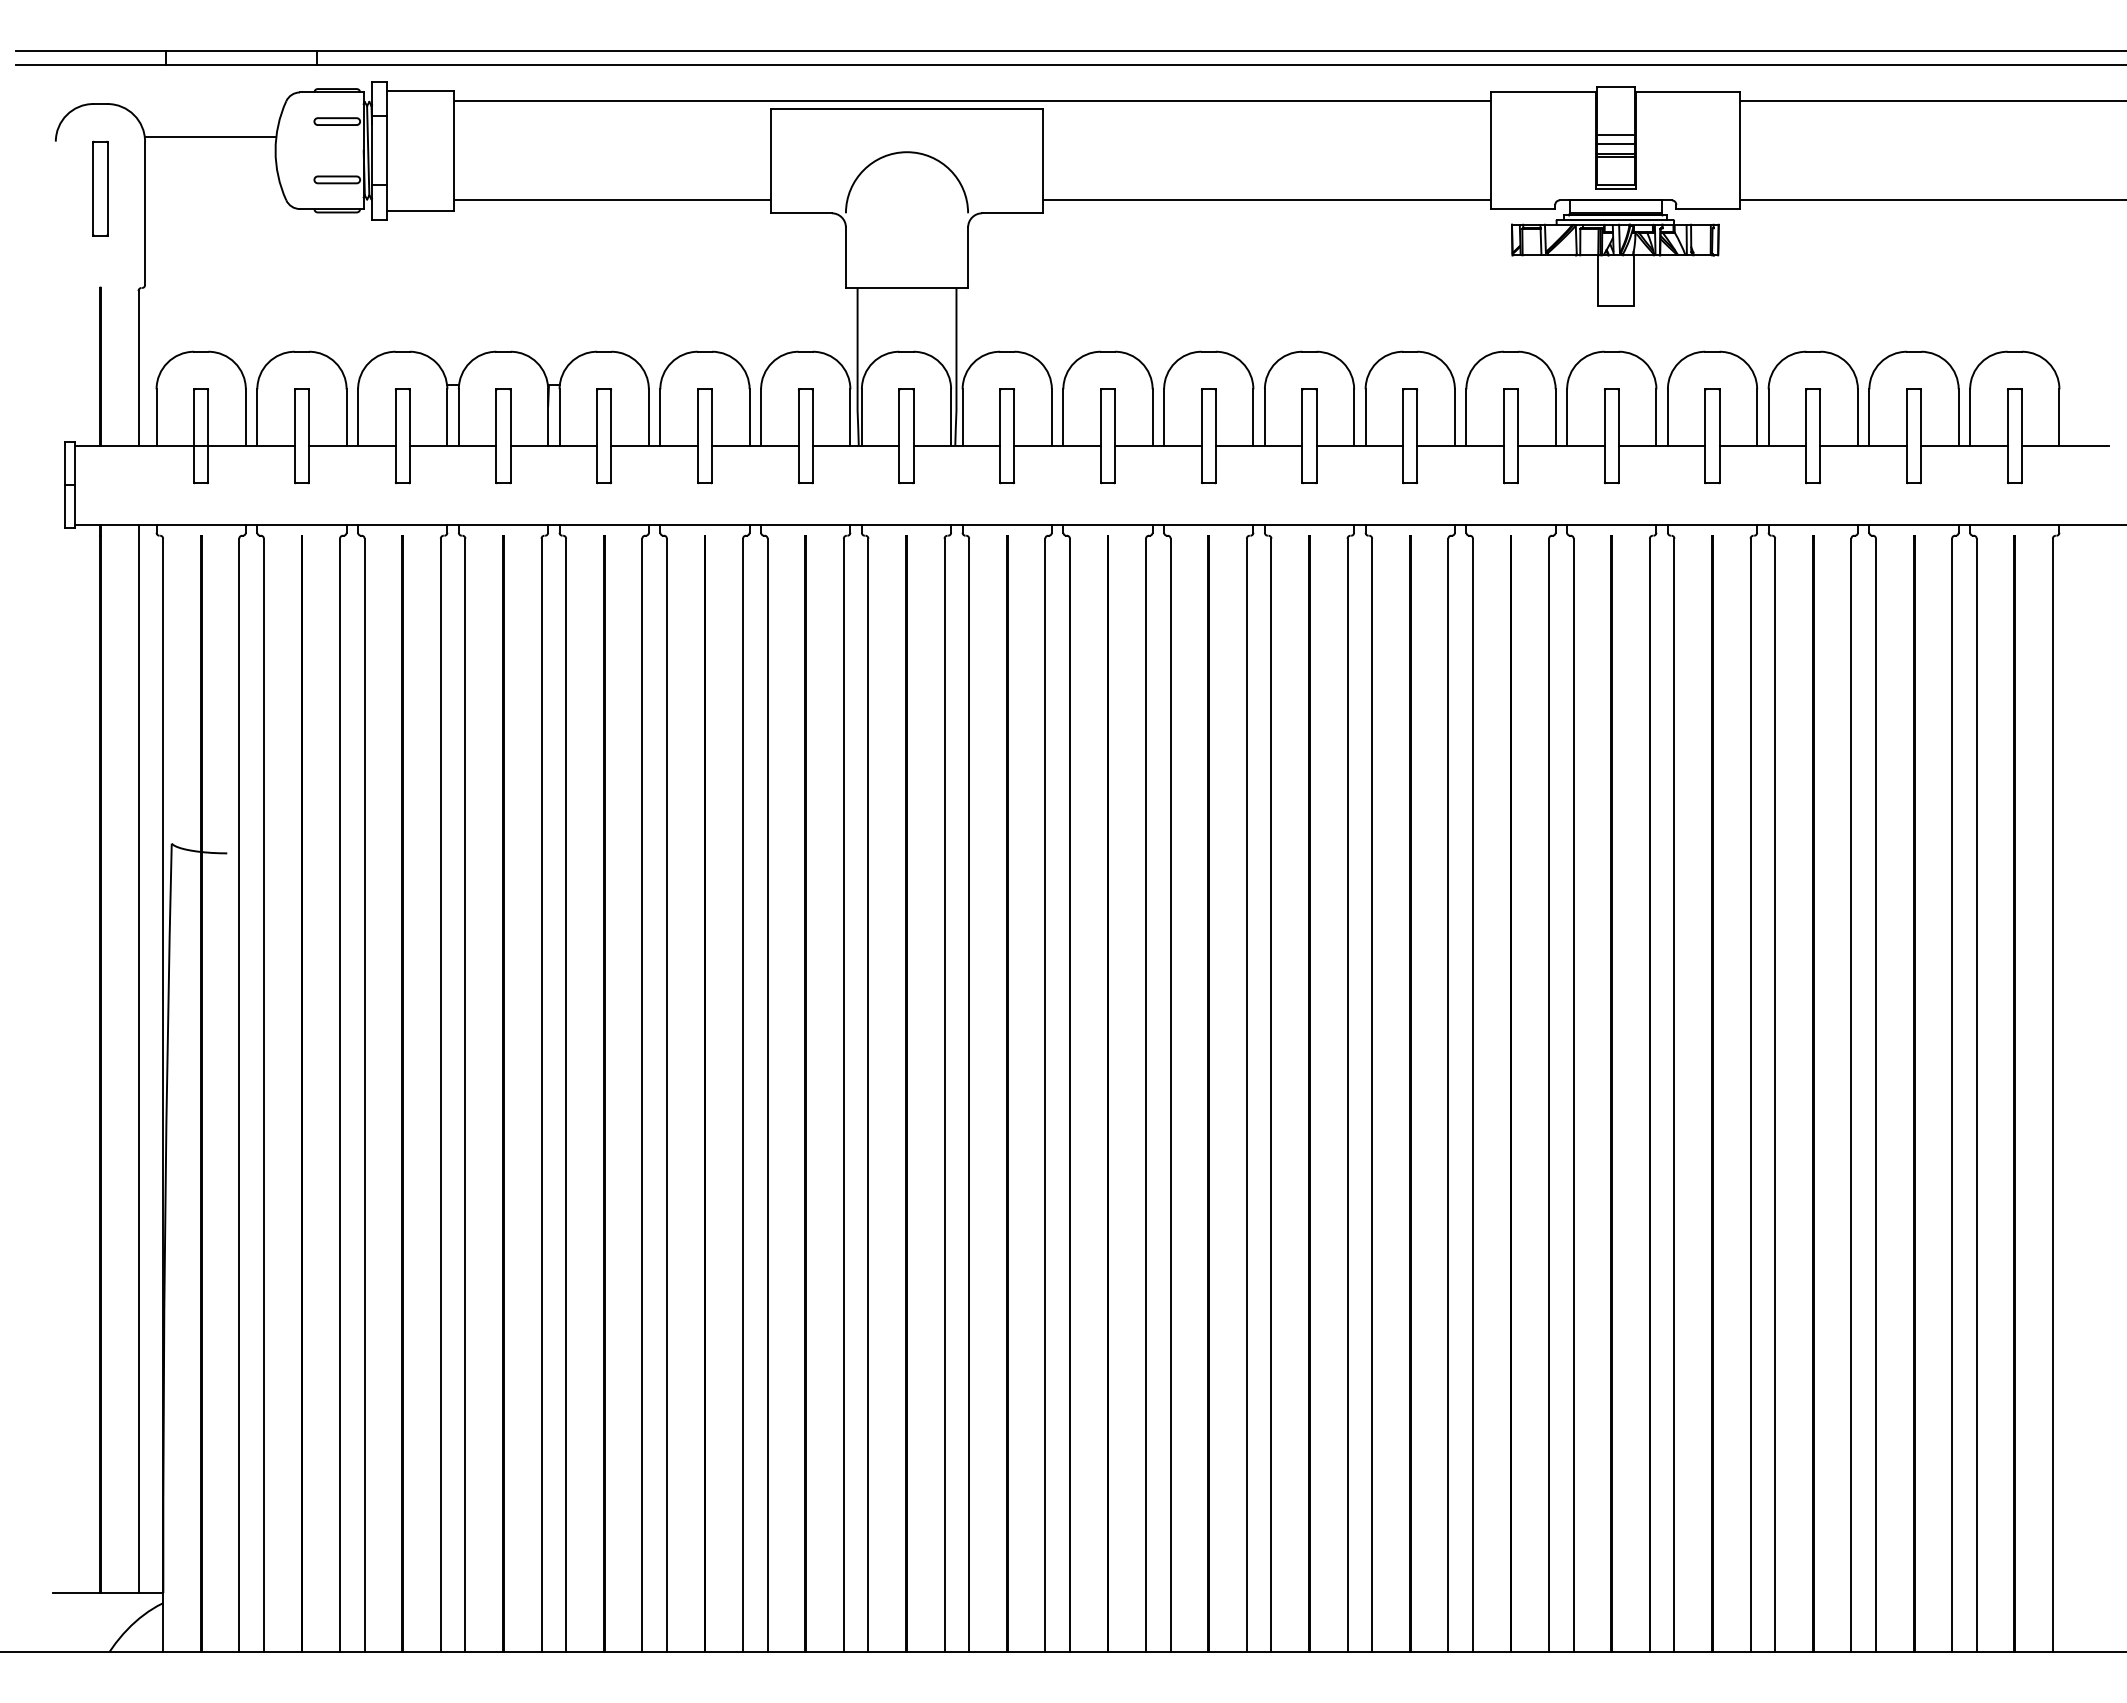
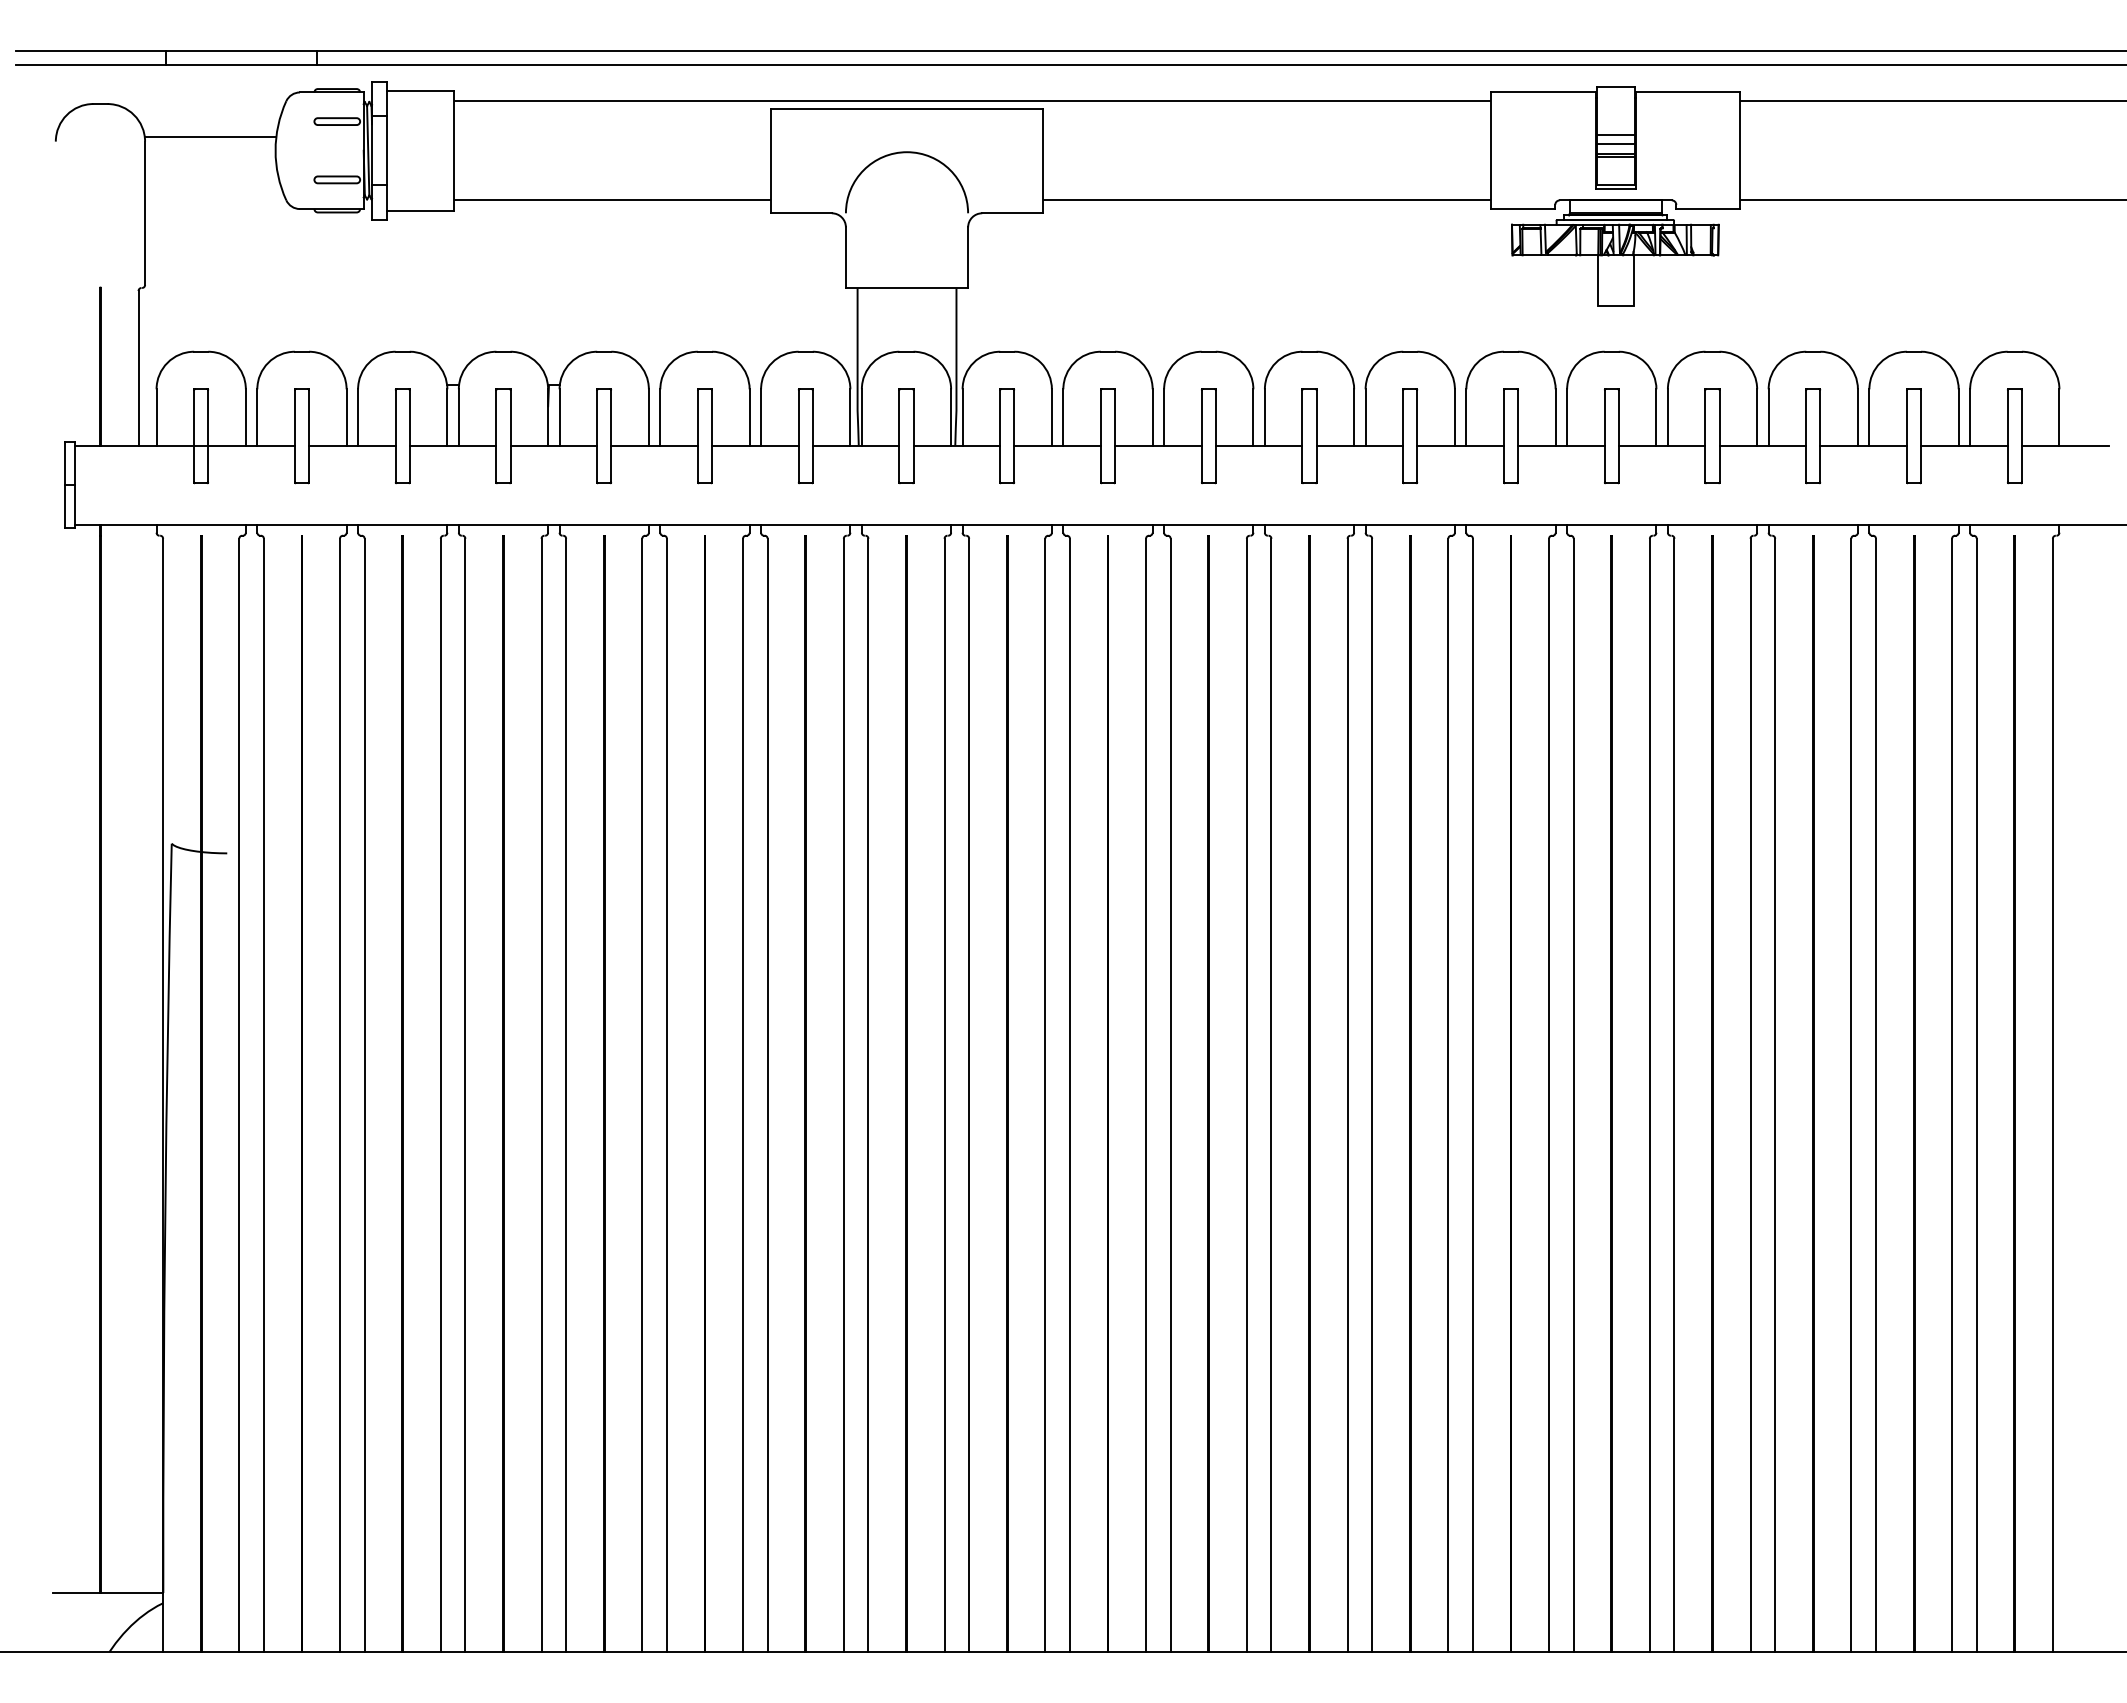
part at (100, 188): present -> none
line at (138, 1058): present -> none
